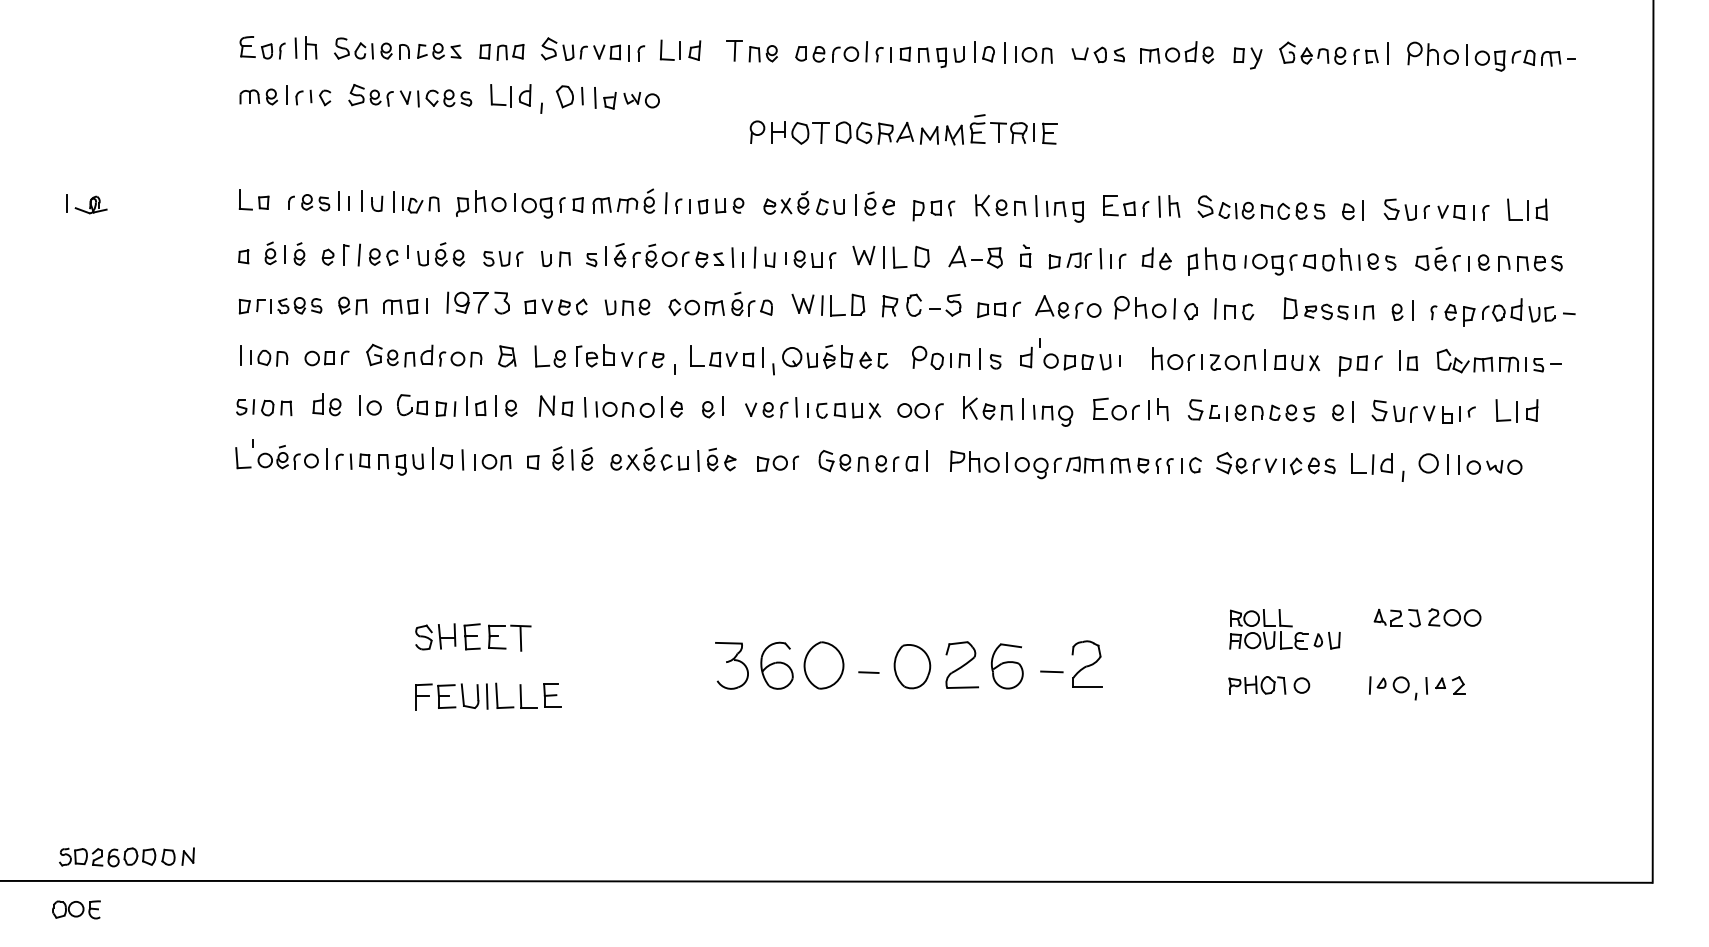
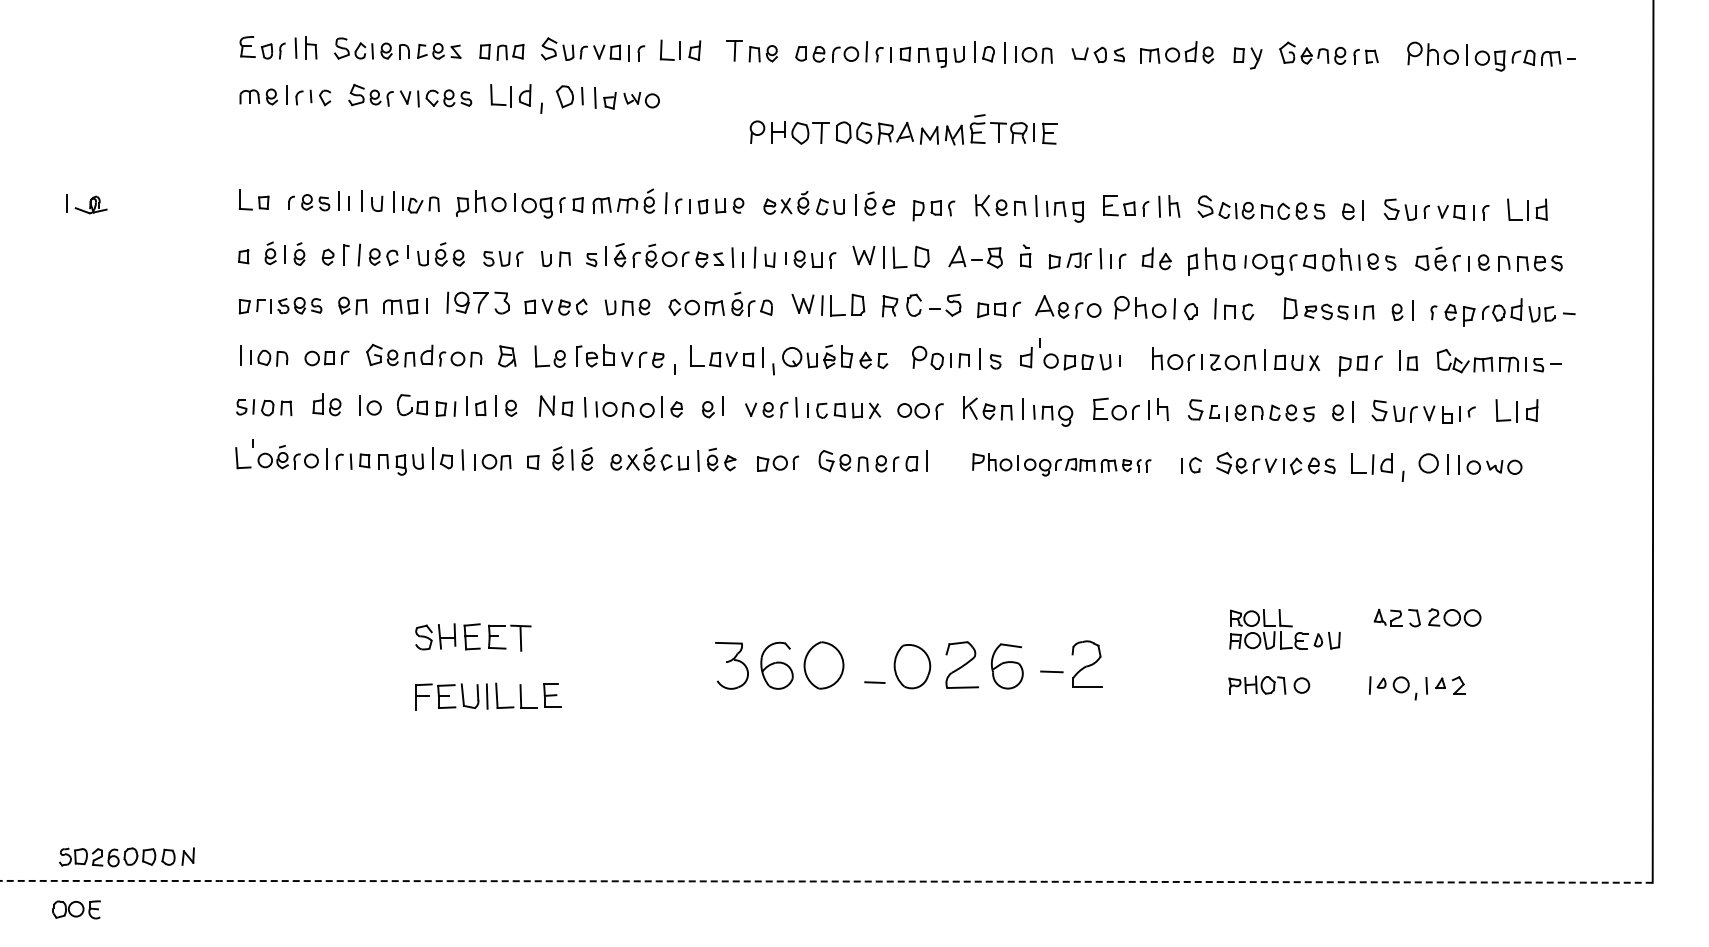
line at (1387, 53): present -> none
part at (1061, 464) size: 224x30 px -> 180x24 px
line at (868, 672) position: (868, 672) -> (874, 682)
arc at (826, 881): solid -> dashed
